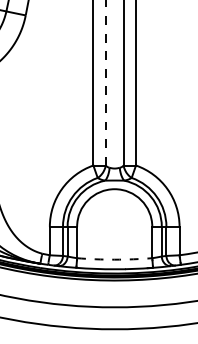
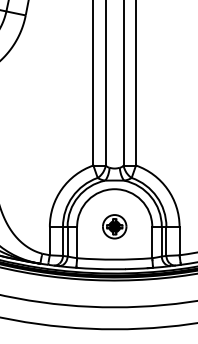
line at (105, 82): dashed -> solid
part at (114, 226): none -> present
arc at (114, 259): dashed -> solid
